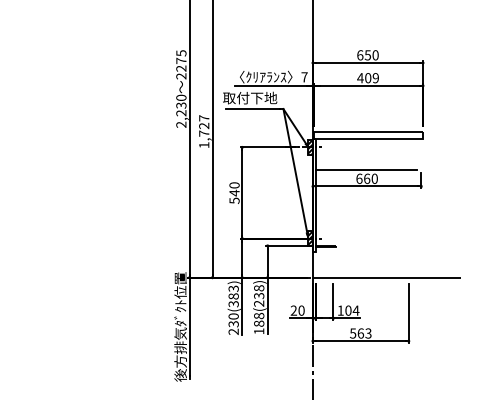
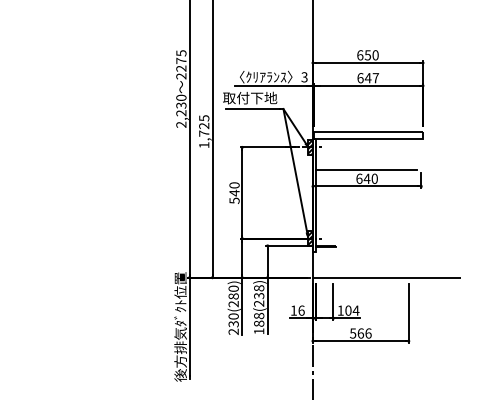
text at (304, 77): 7 -> 3
text at (368, 78): 409 -> 647
text at (204, 118): 1,727 -> 1,725
text at (366, 178): 660 -> 640
text at (233, 296): 230(383) -> 230(280)
text at (297, 310): 20 -> 16
text at (368, 333): 563 -> 566
